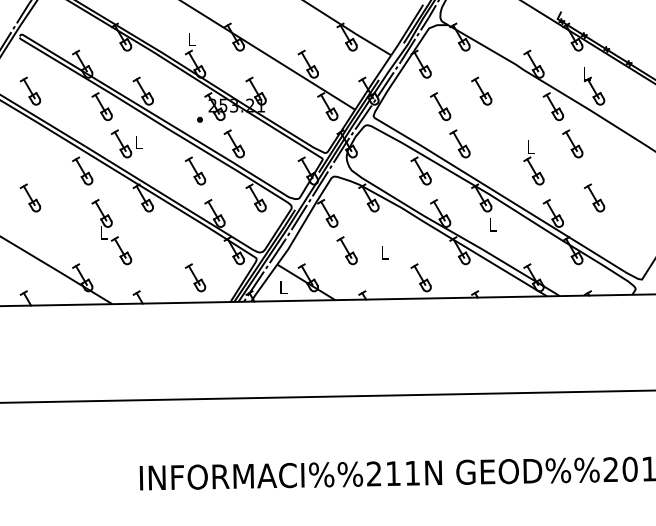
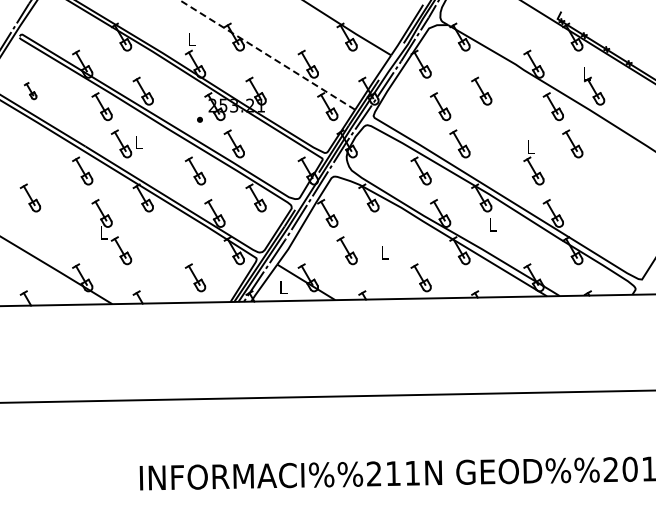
line at (267, 54): solid -> dashed
part at (30, 90) size: 22x30 px -> 14x19 px
part at (594, 197): present -> none
